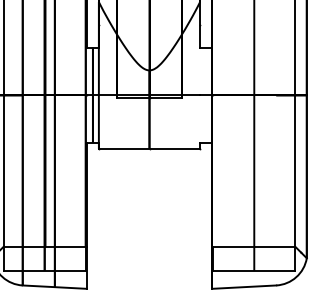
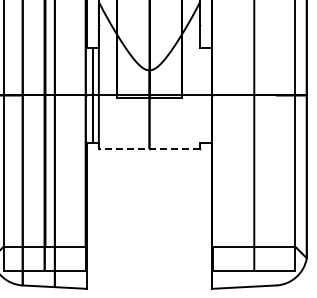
line at (149, 148): solid -> dashed
